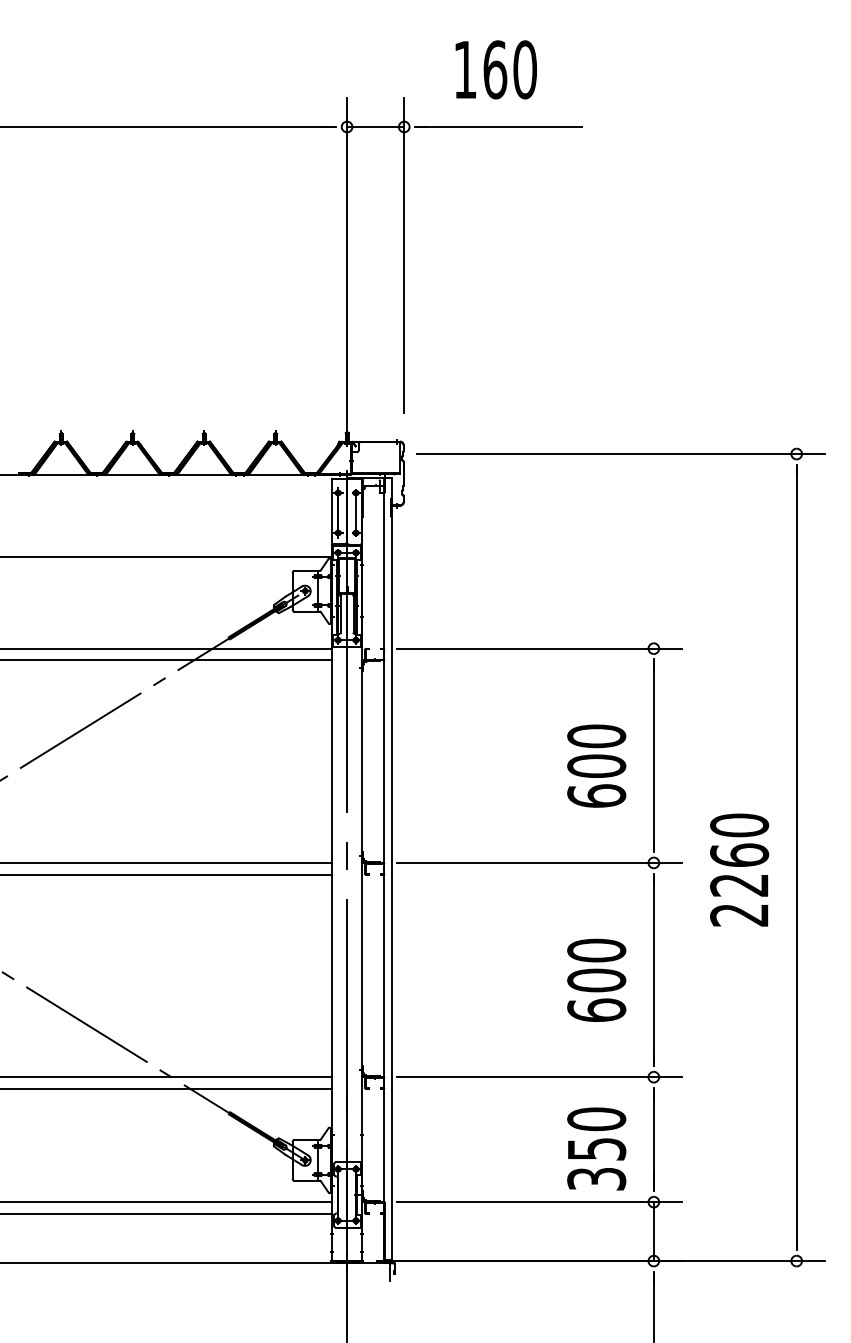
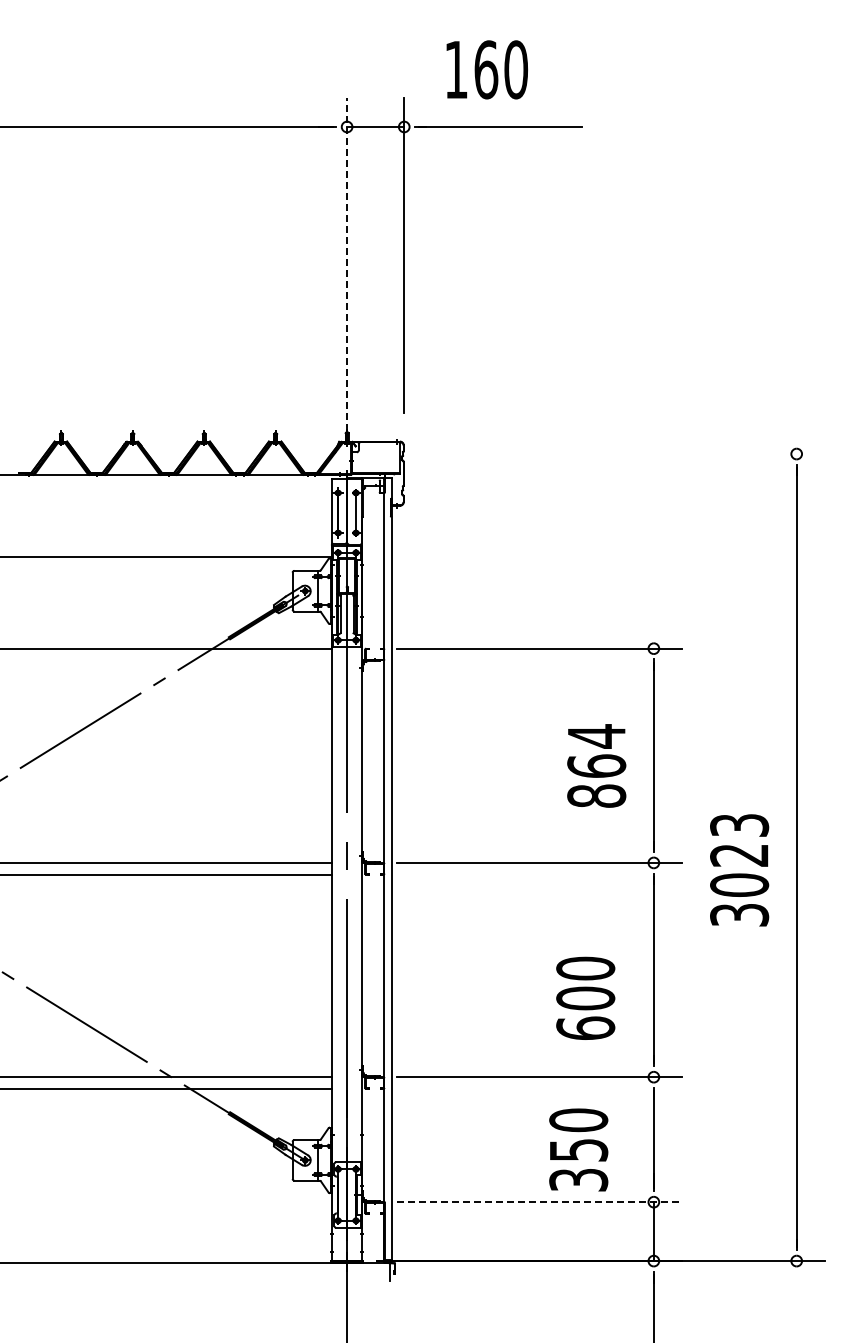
text at (495, 69) position: (495, 69) -> (486, 69)
line at (347, 270): solid -> dashed
line at (621, 454): present -> none
line at (166, 660): present -> none
text at (596, 765): 600 -> 864
text at (739, 869): 2260 -> 3023
text at (596, 979) position: (596, 979) -> (585, 997)
text at (596, 1148) position: (596, 1148) -> (578, 1149)
line at (166, 1202): present -> none
line at (539, 1202): solid -> dashed
line at (166, 1213): present -> none
